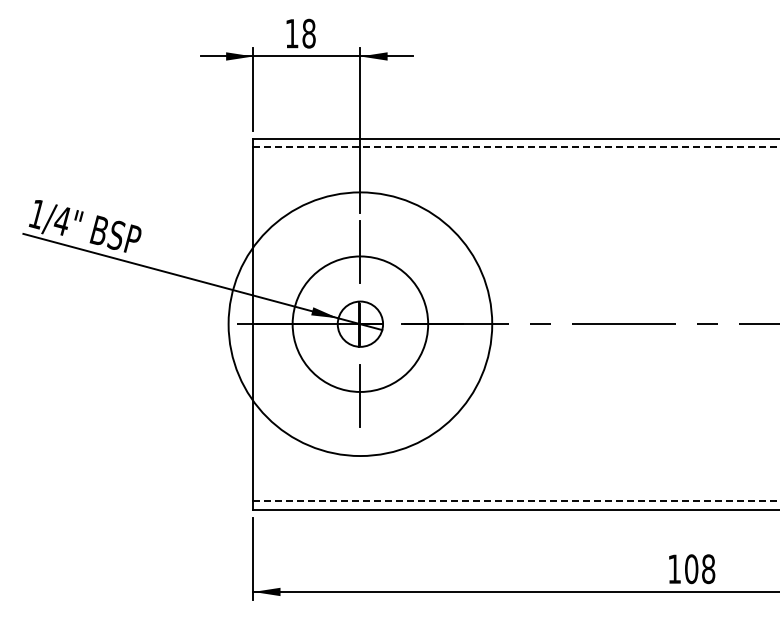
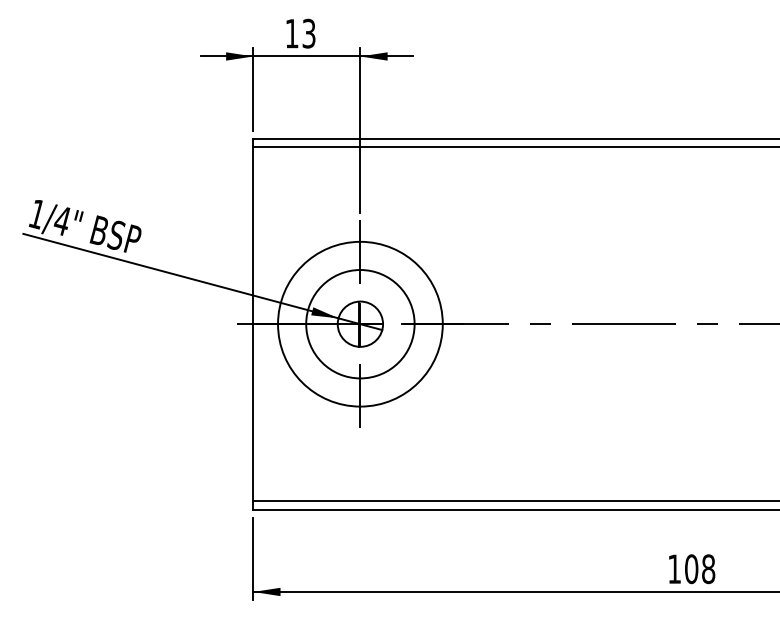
text at (308, 33): 18 -> 13
line at (516, 147): dashed -> solid
circle at (360, 323) diameter: 136 px -> 108 px
circle at (360, 324) diameter: 264 px -> 165 px
line at (516, 501): dashed -> solid
